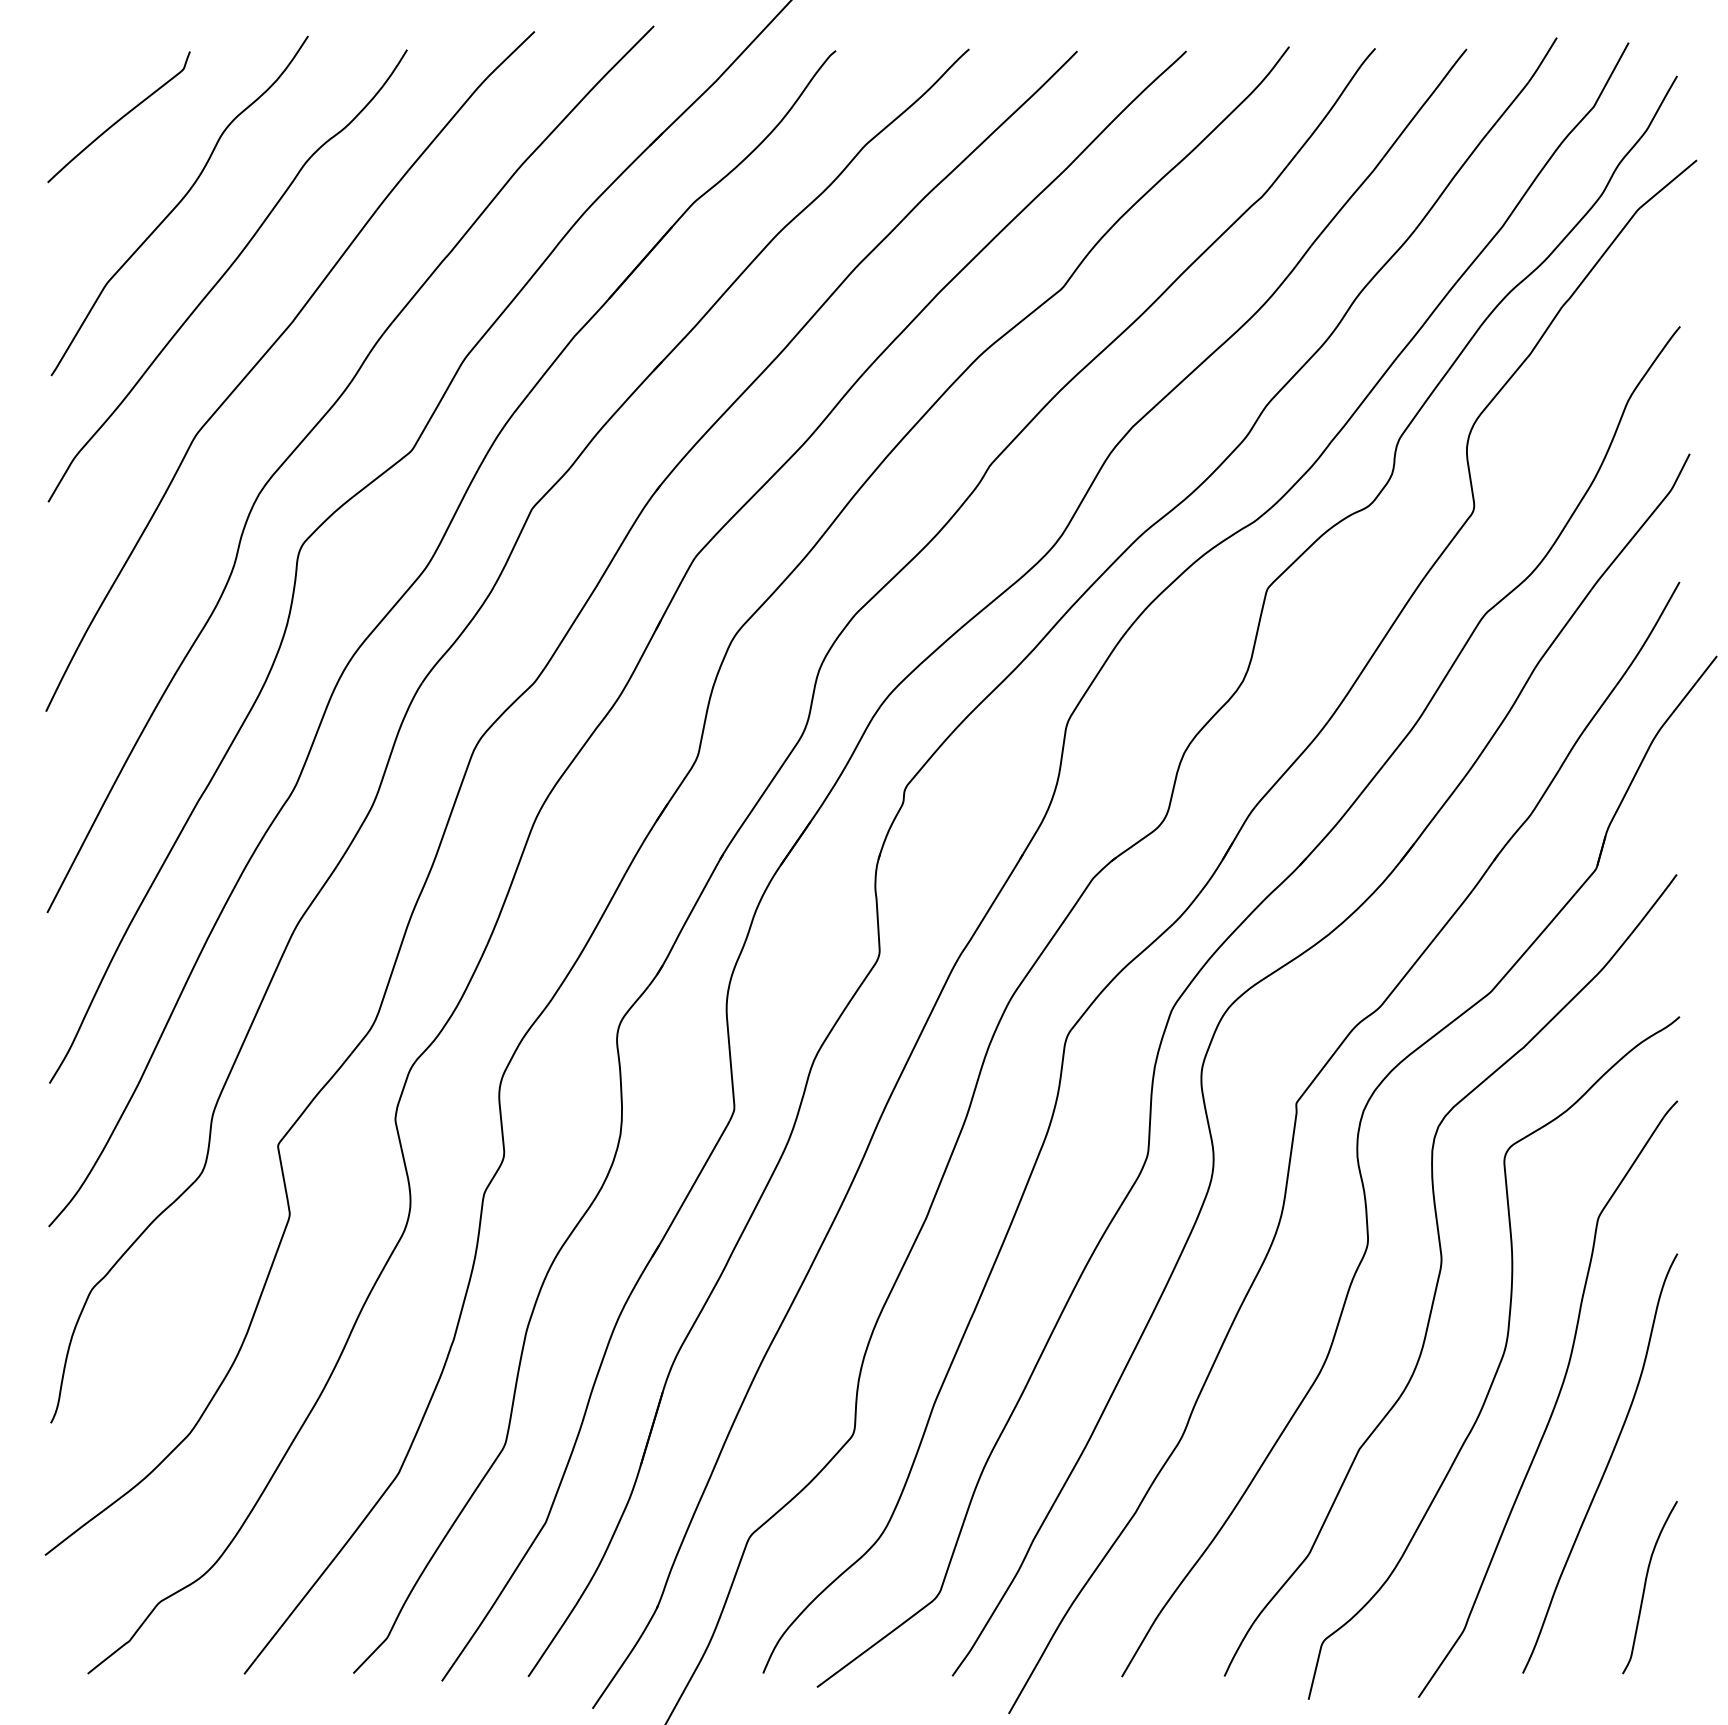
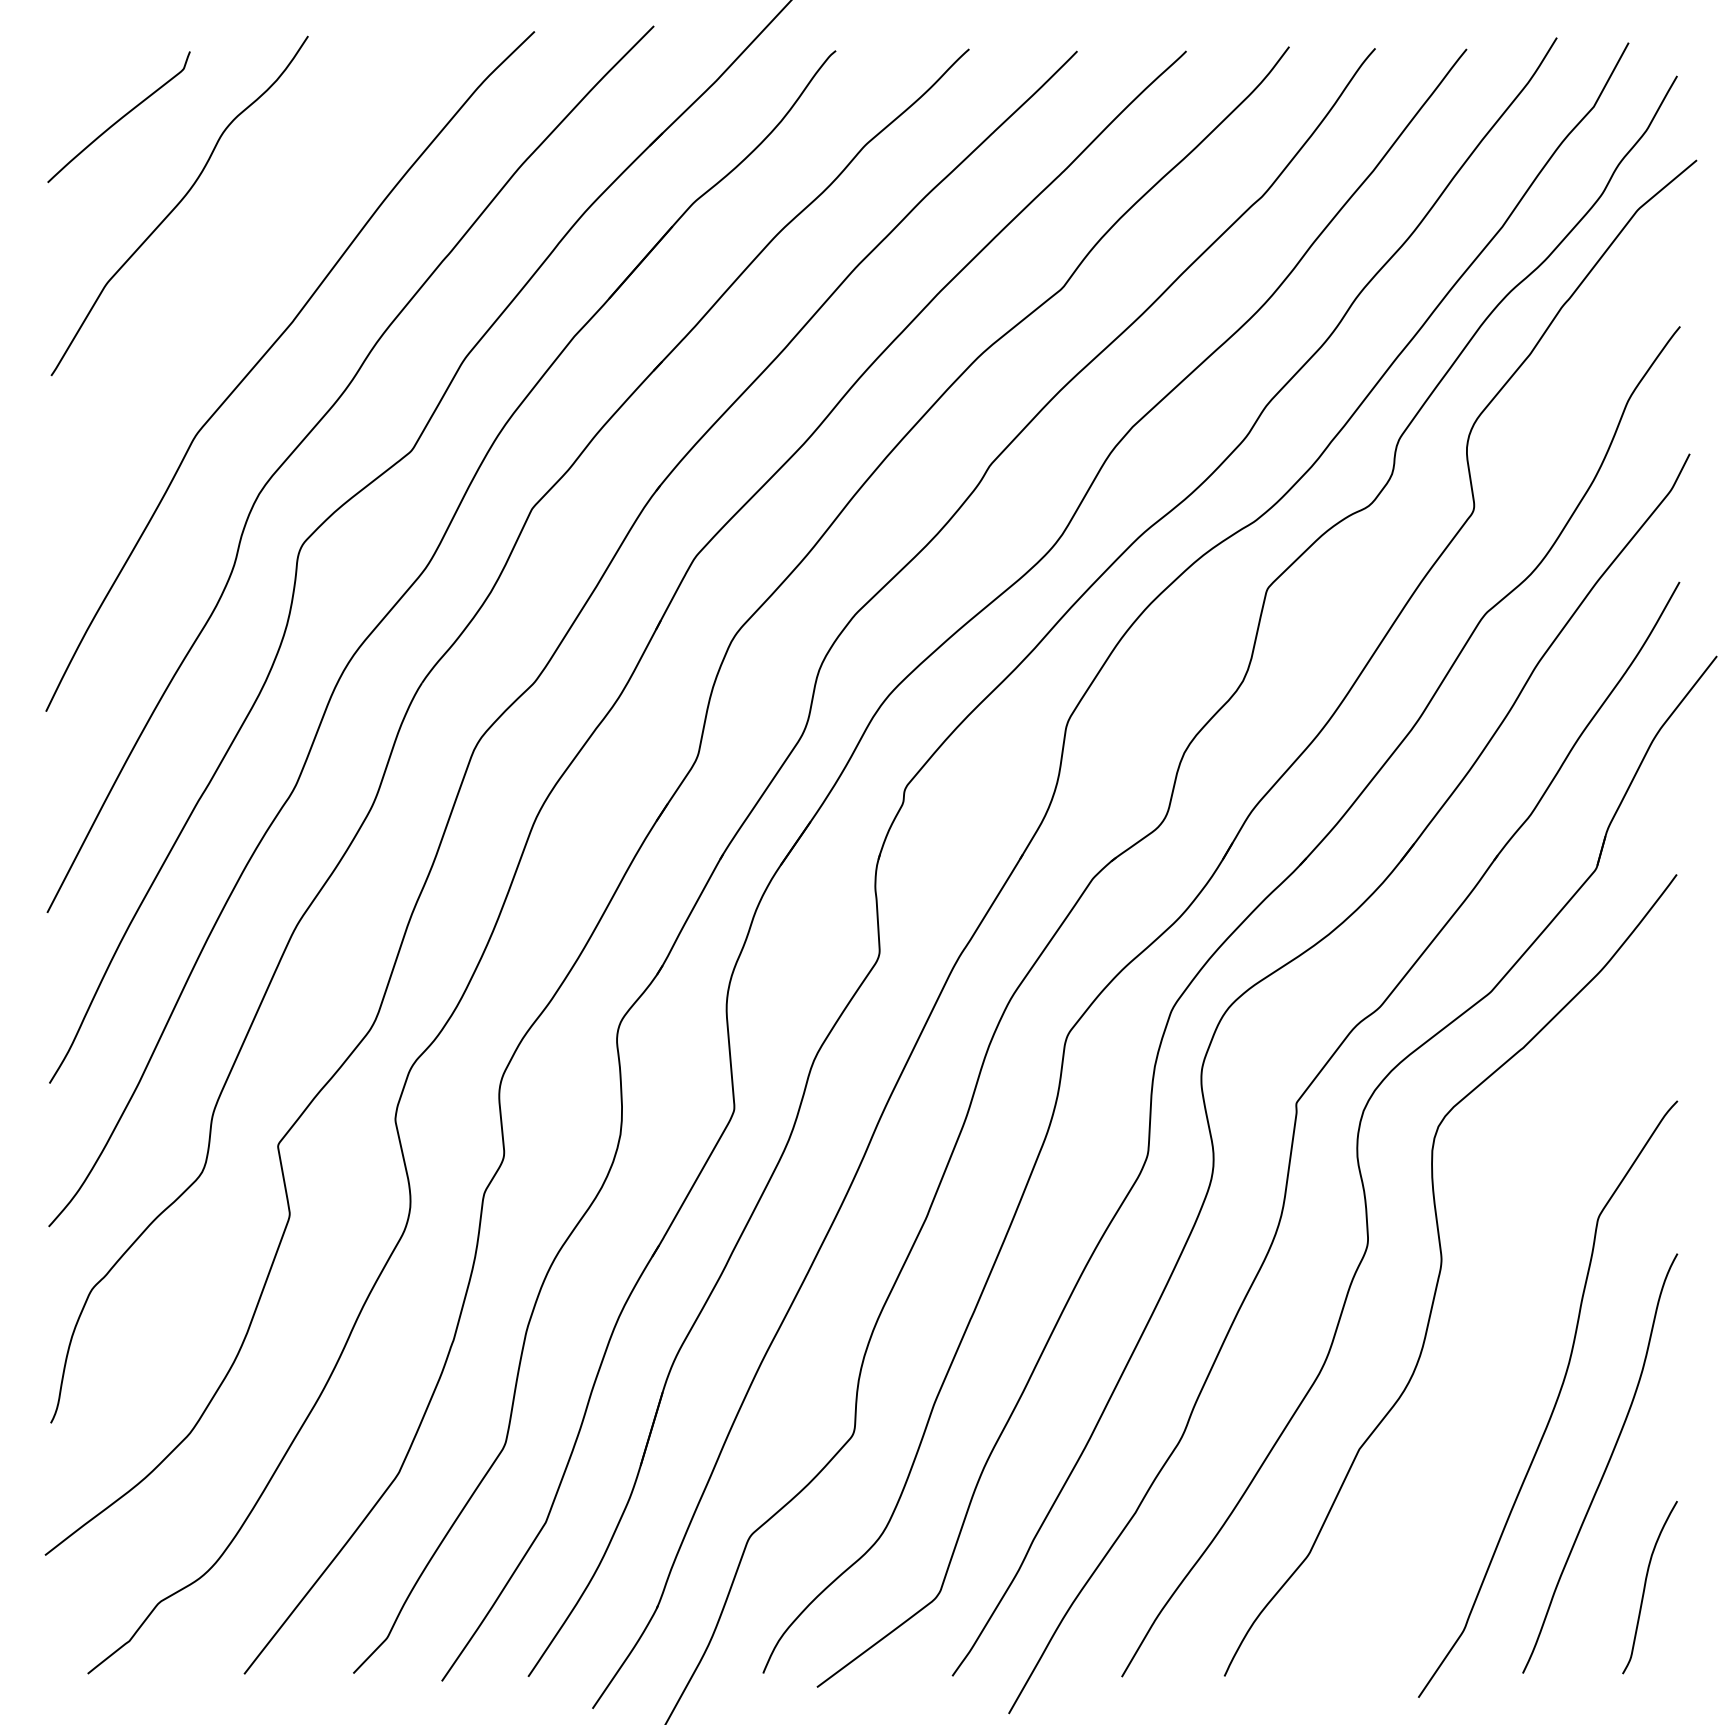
curve at (226, 273): present -> none
curve at (1499, 1361): present -> none
